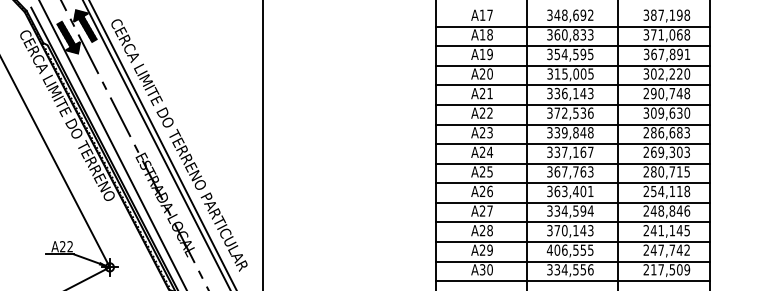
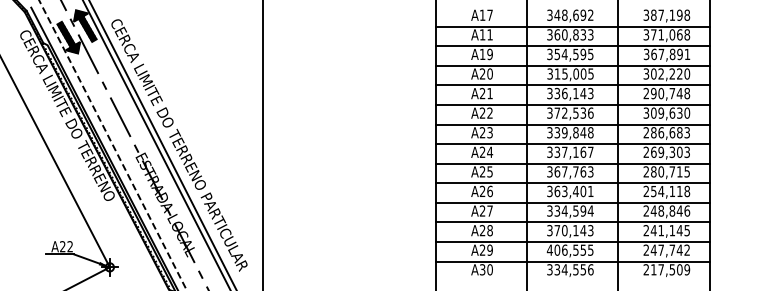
text at (489, 34): A18 -> A11
line at (113, 145): solid -> dashed
line at (572, 281): present -> none
